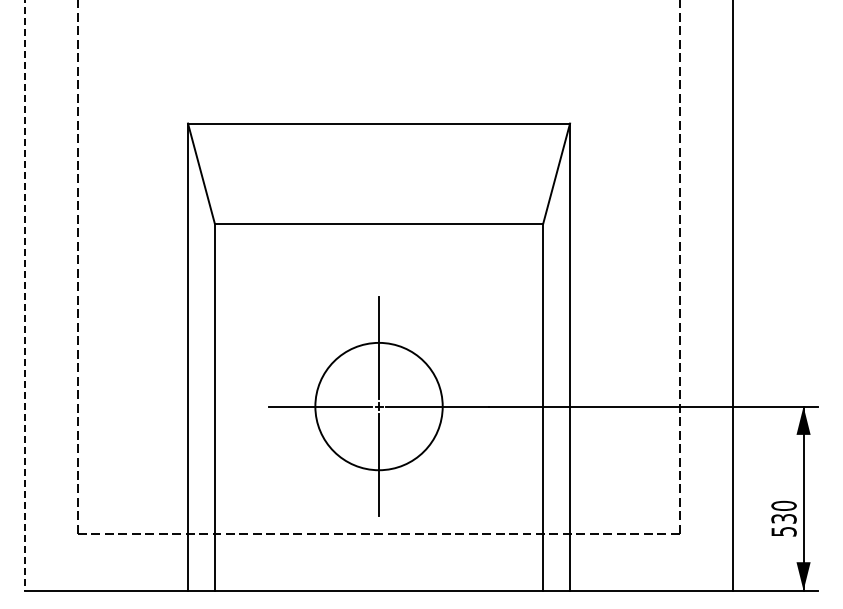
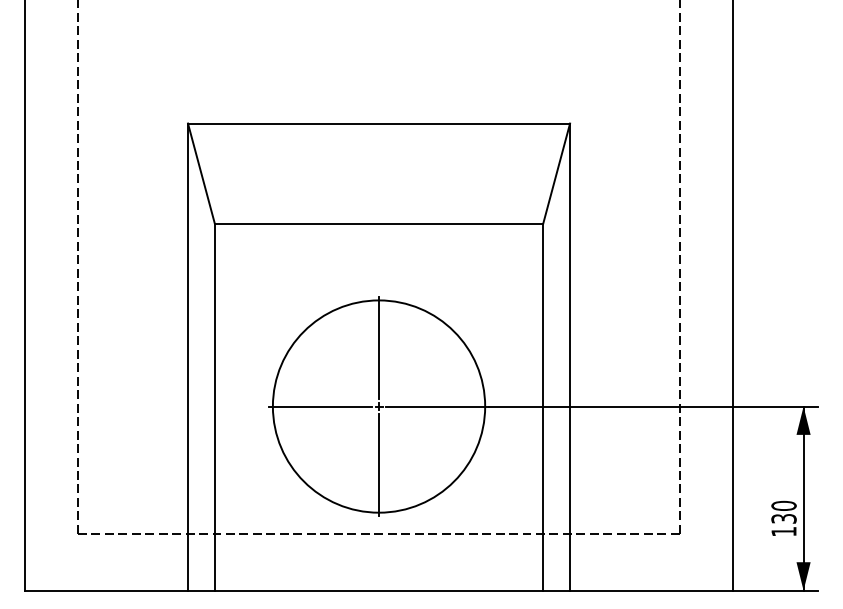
line at (25, 295): dashed -> solid
circle at (378, 406) diameter: 127 px -> 212 px
text at (783, 531): 530 -> 130
